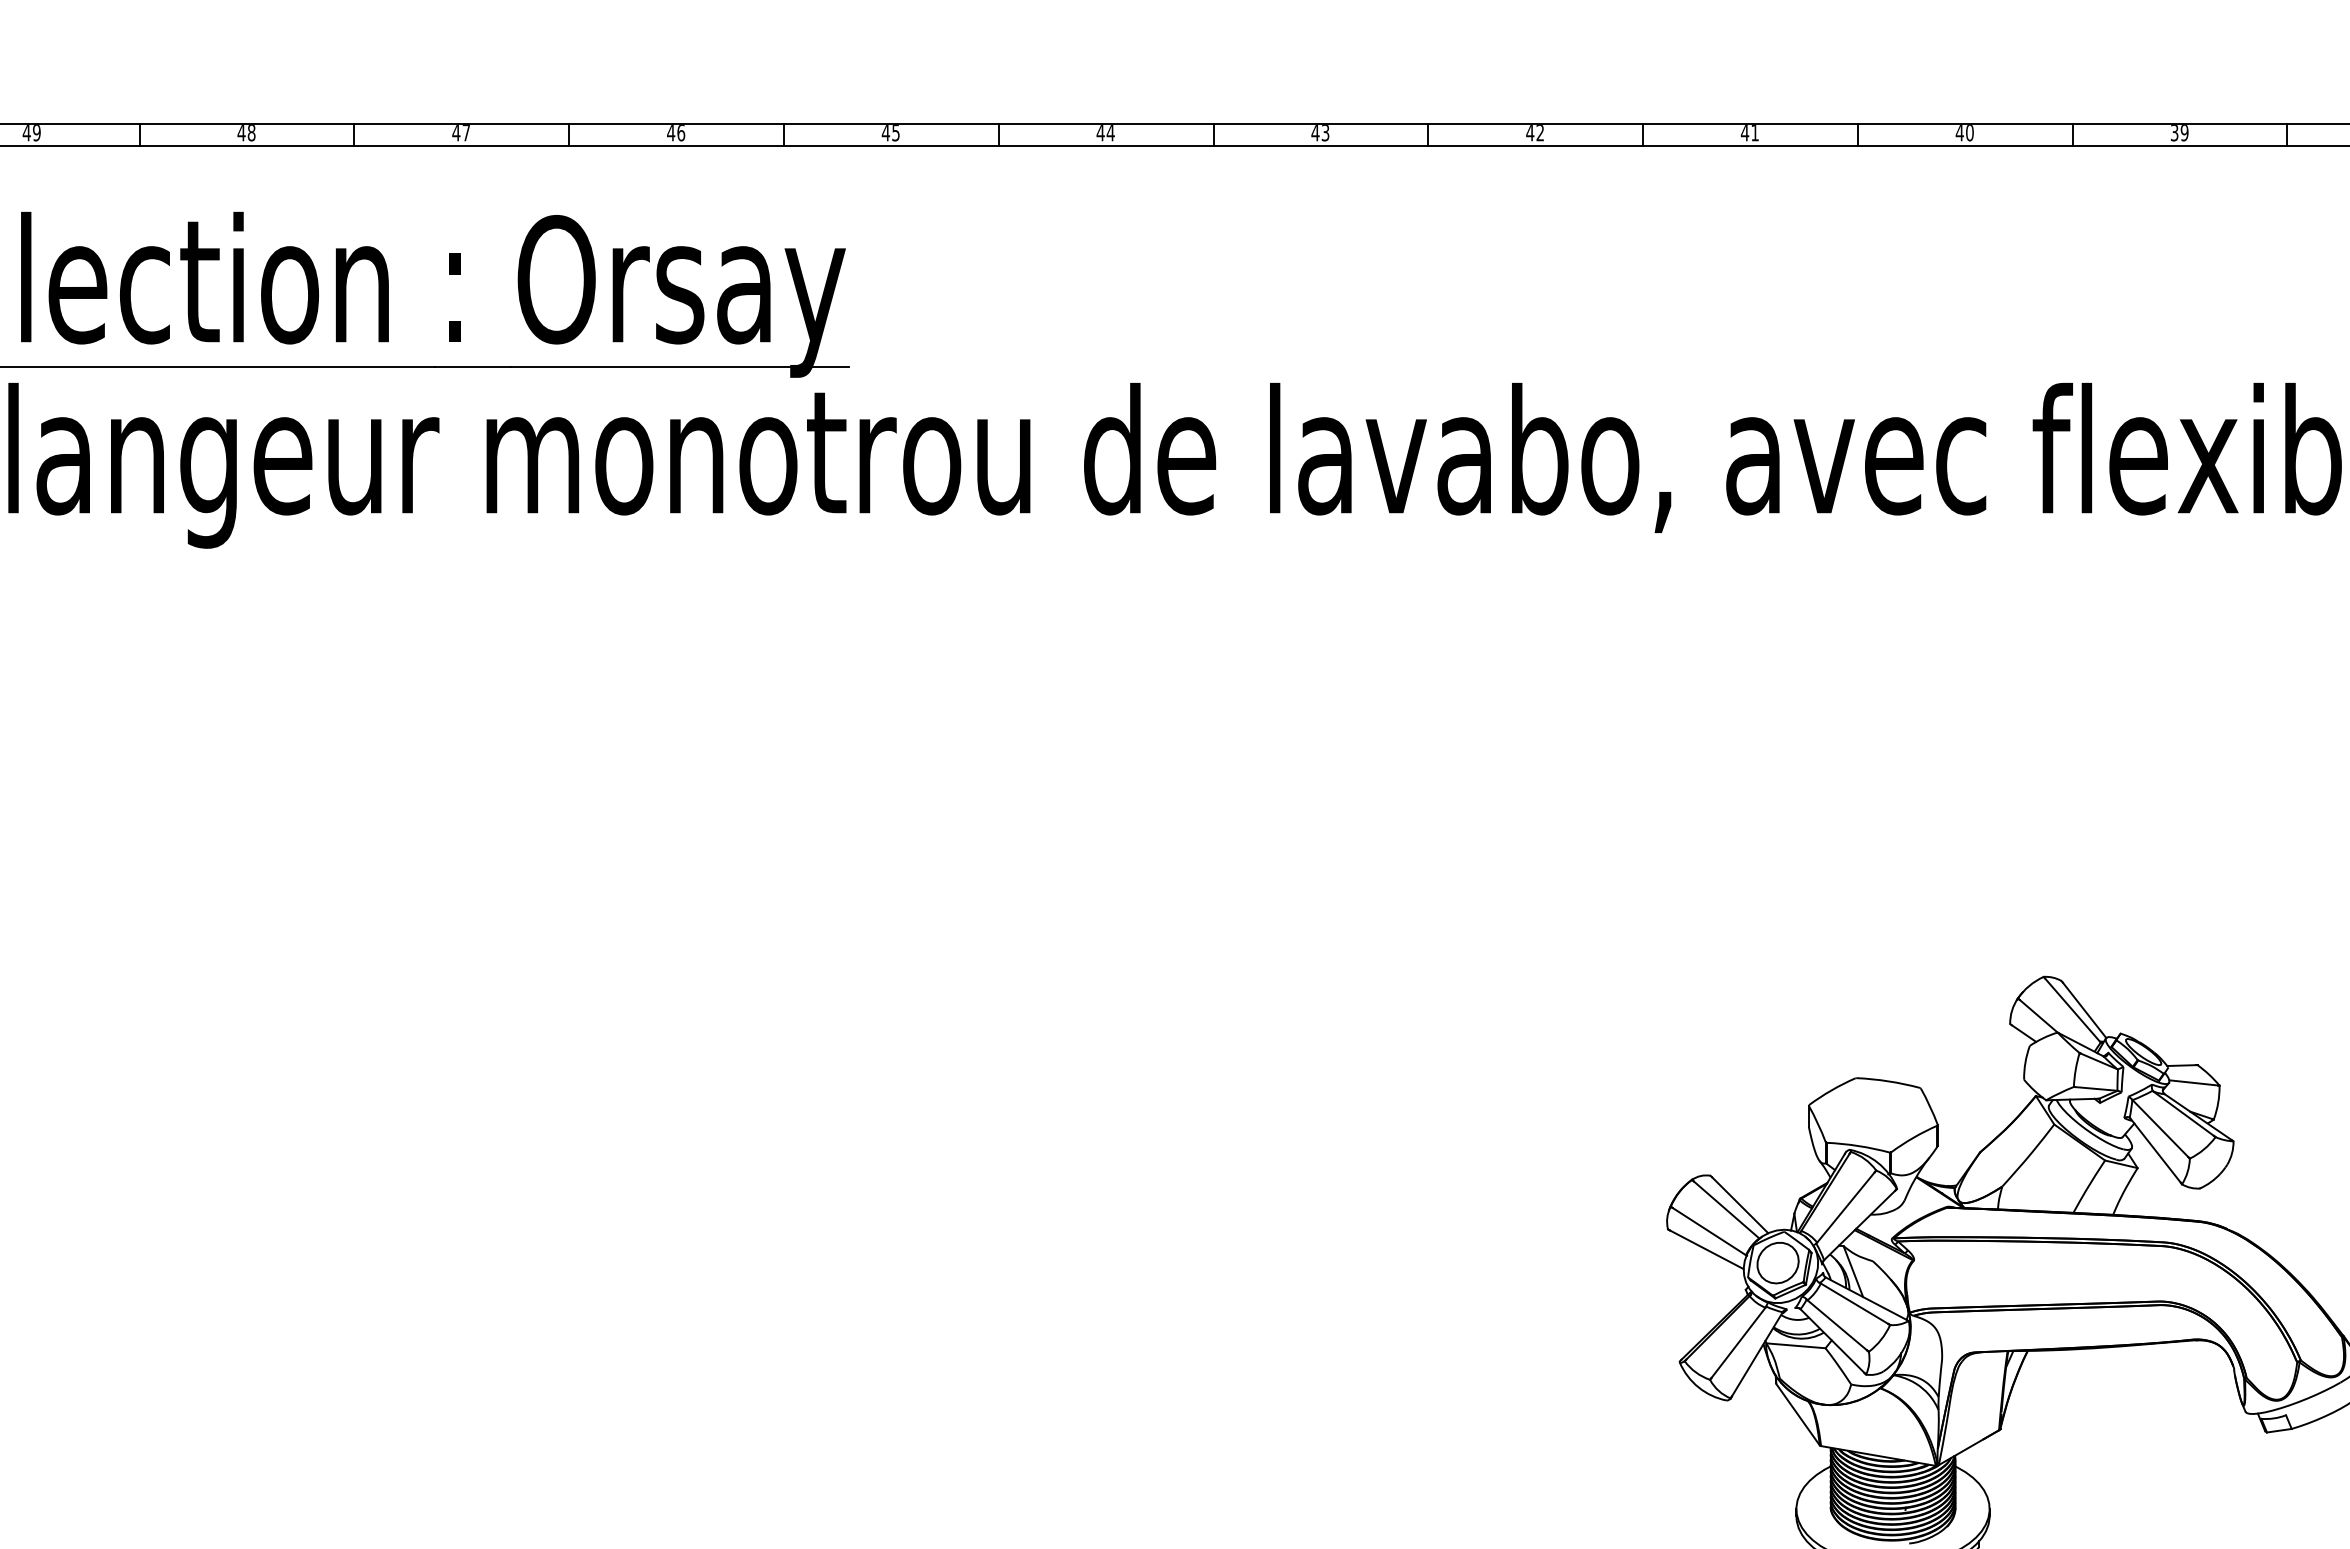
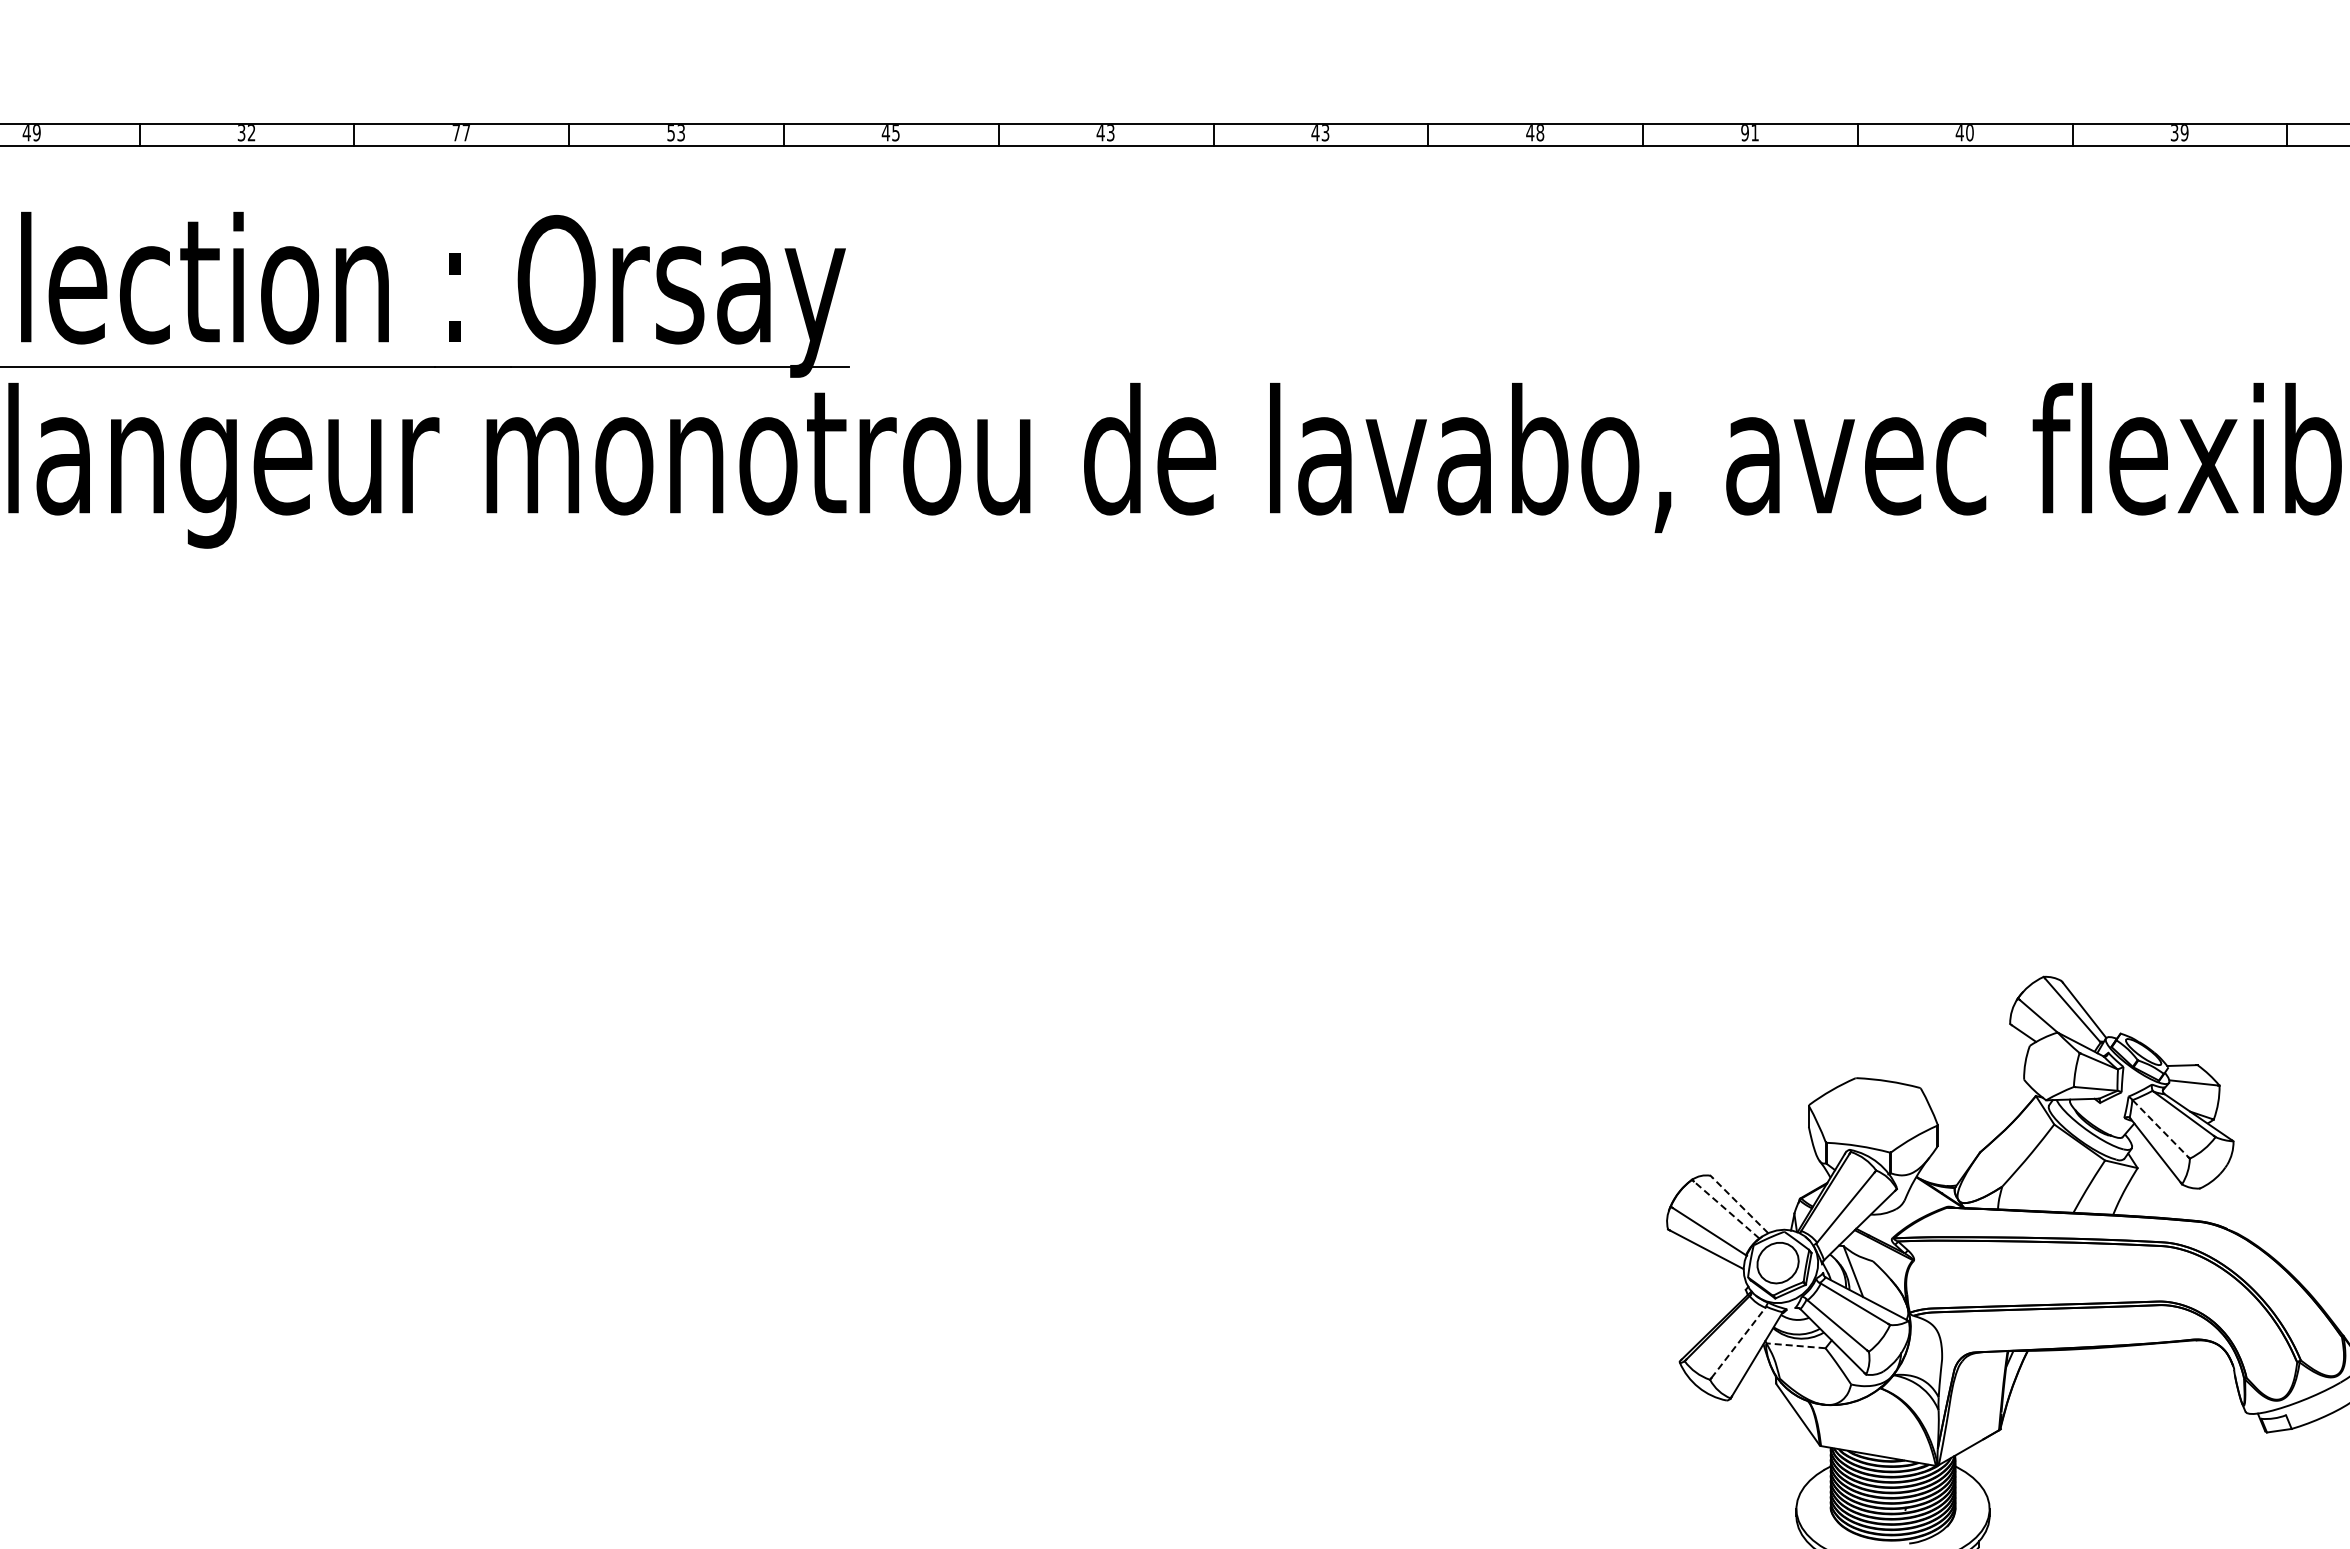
text at (246, 133): 48 -> 32
text at (456, 133): 47 -> 77
text at (676, 133): 46 -> 53
text at (1110, 133): 44 -> 43
text at (1540, 133): 42 -> 48
text at (1744, 133): 41 -> 91
line at (2160, 1129): solid -> dashed
line at (1740, 1205): solid -> dashed
line at (1726, 1209): solid -> dashed
line at (1738, 1342): solid -> dashed
line at (1795, 1345): solid -> dashed
